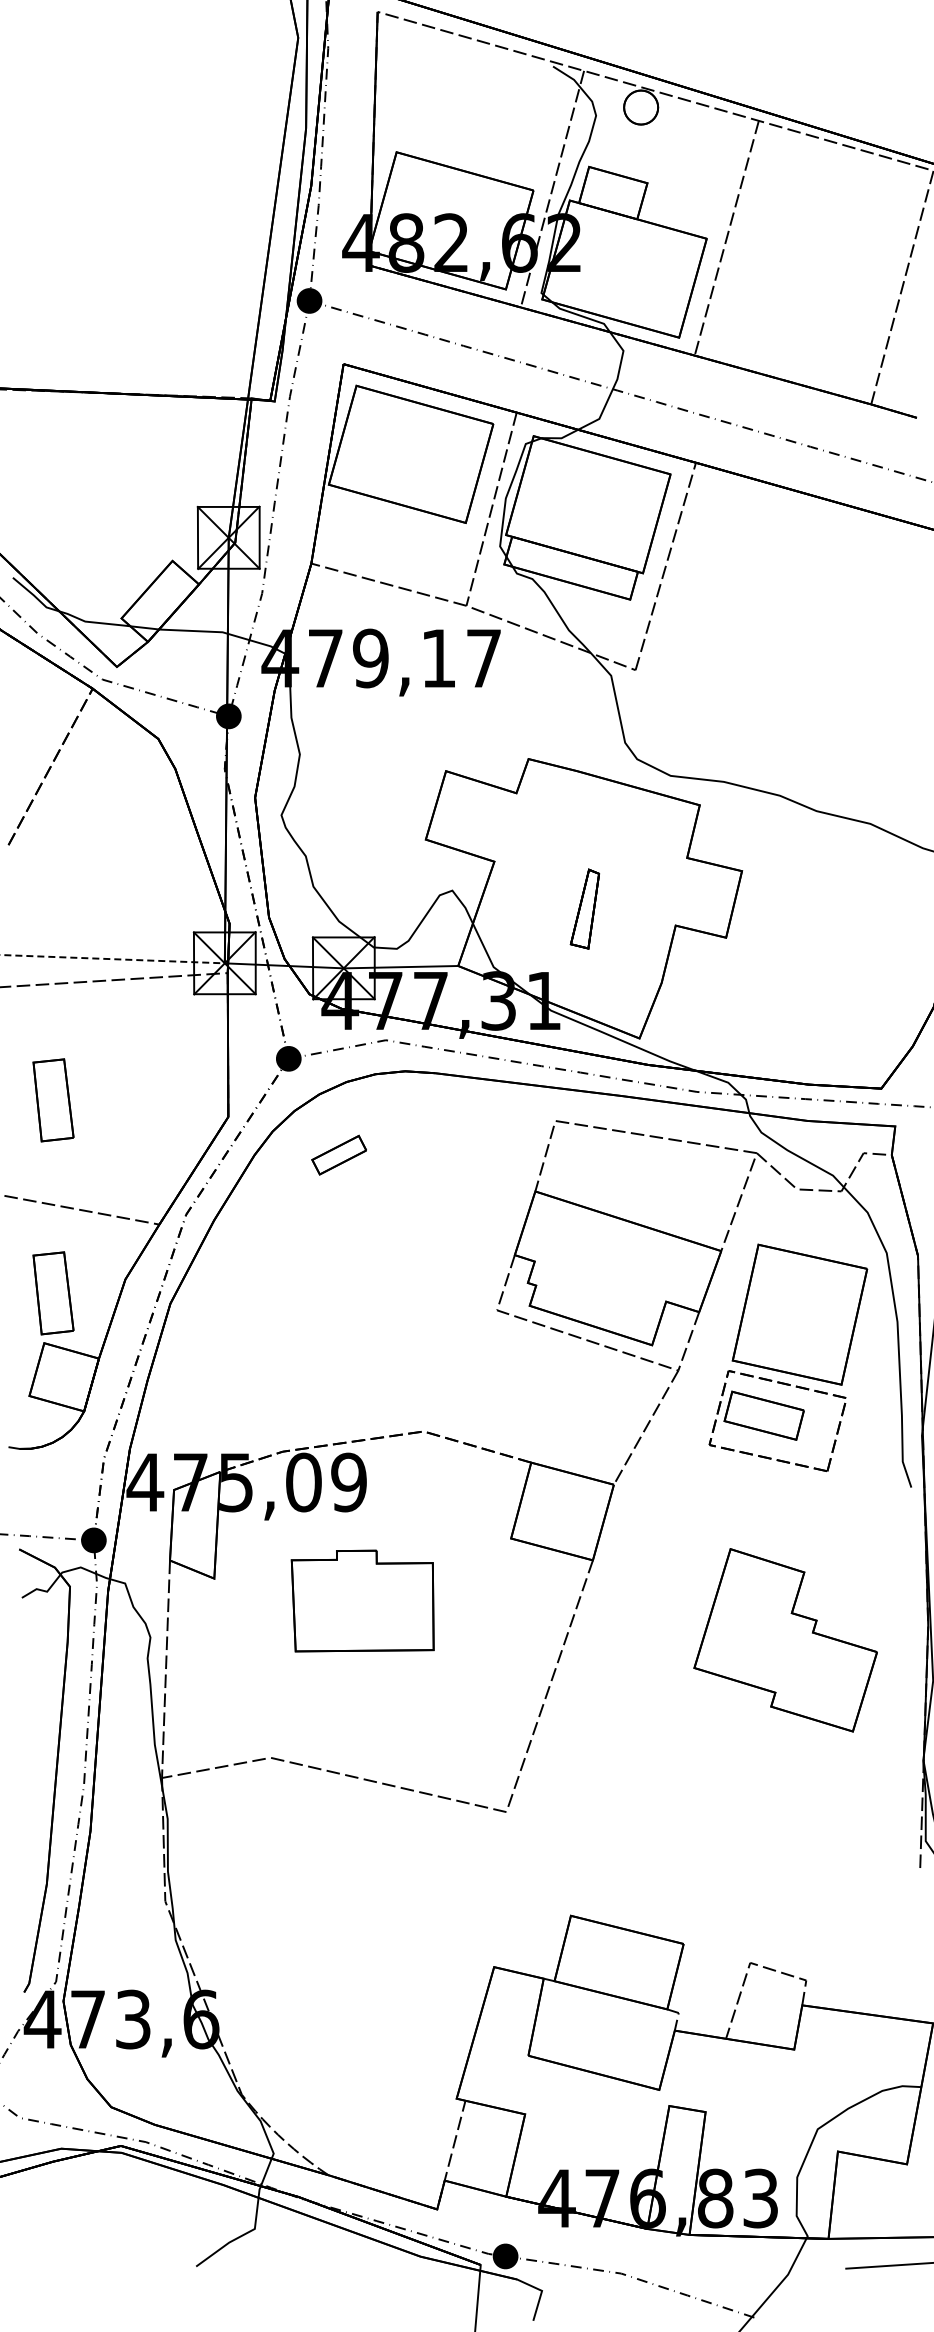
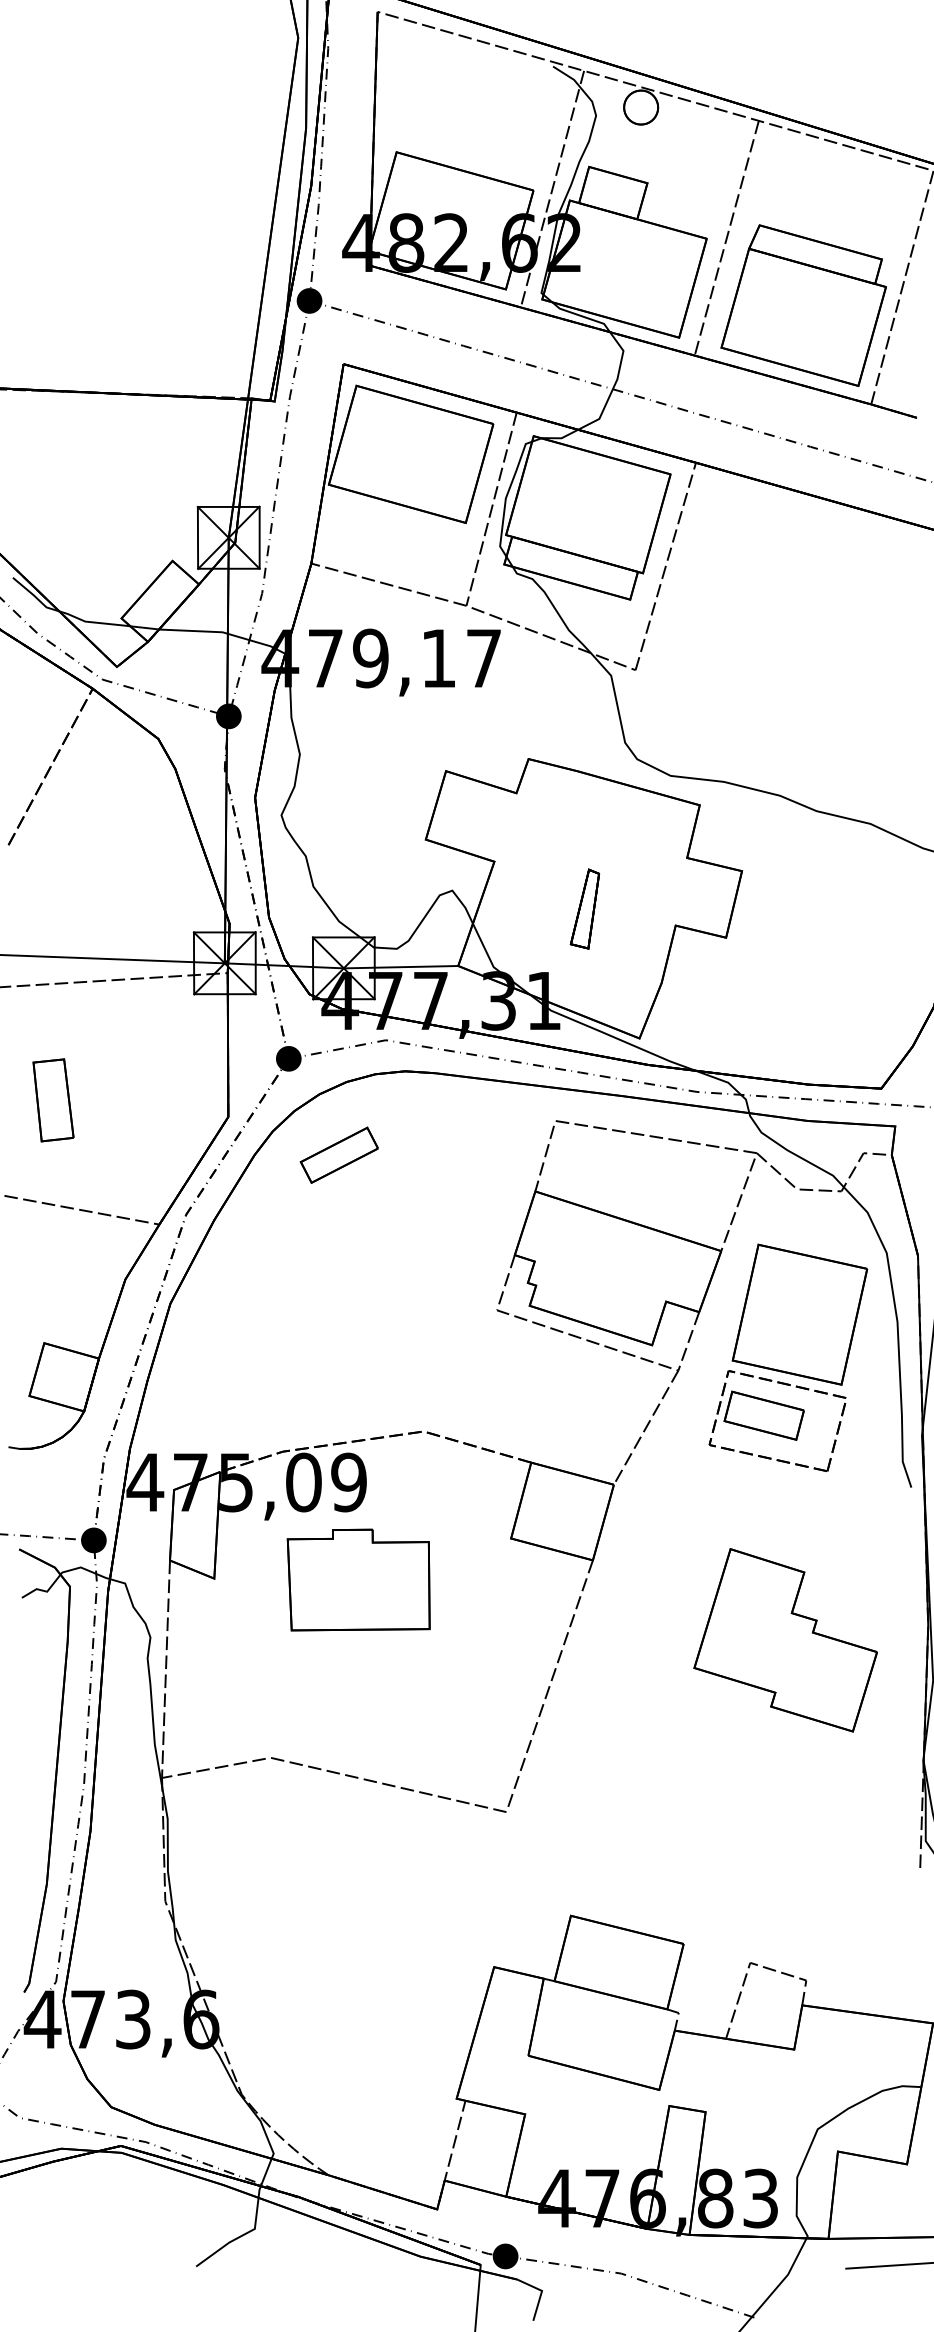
part at (803, 305): none -> present
line at (113, 959): dashed -> solid
part at (338, 1154) size: 56x42 px -> 80x58 px
part at (53, 1293): present -> none
part at (362, 1600) position: (362, 1600) -> (358, 1579)
